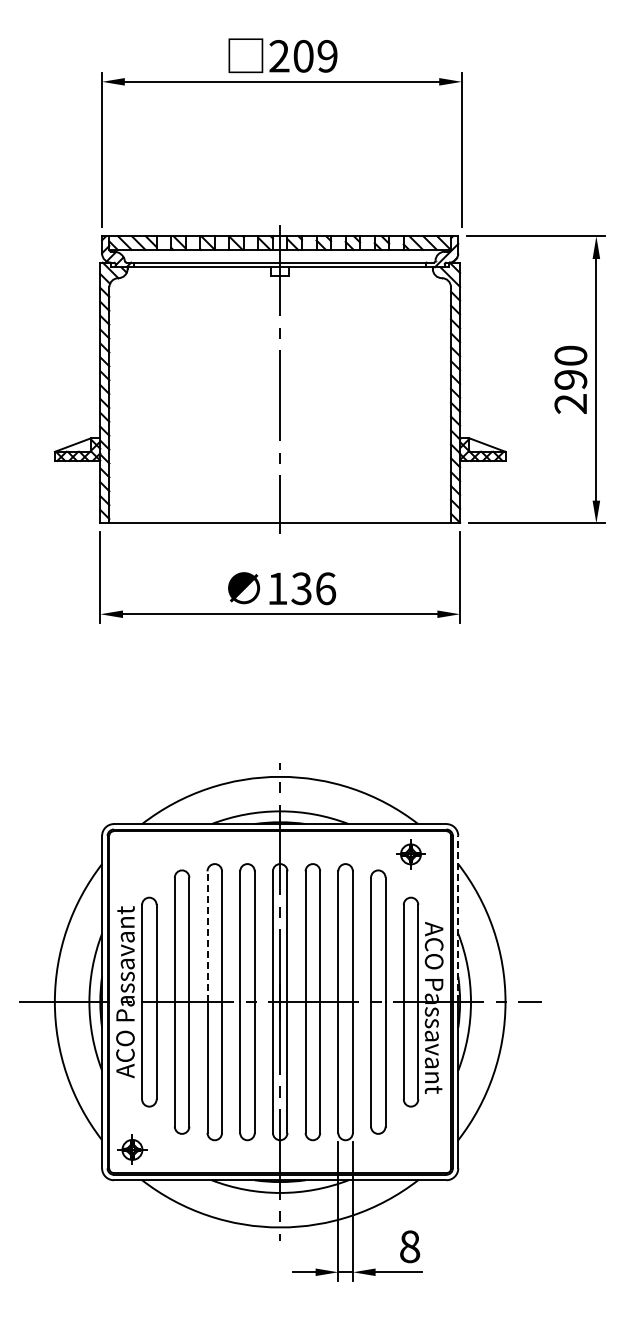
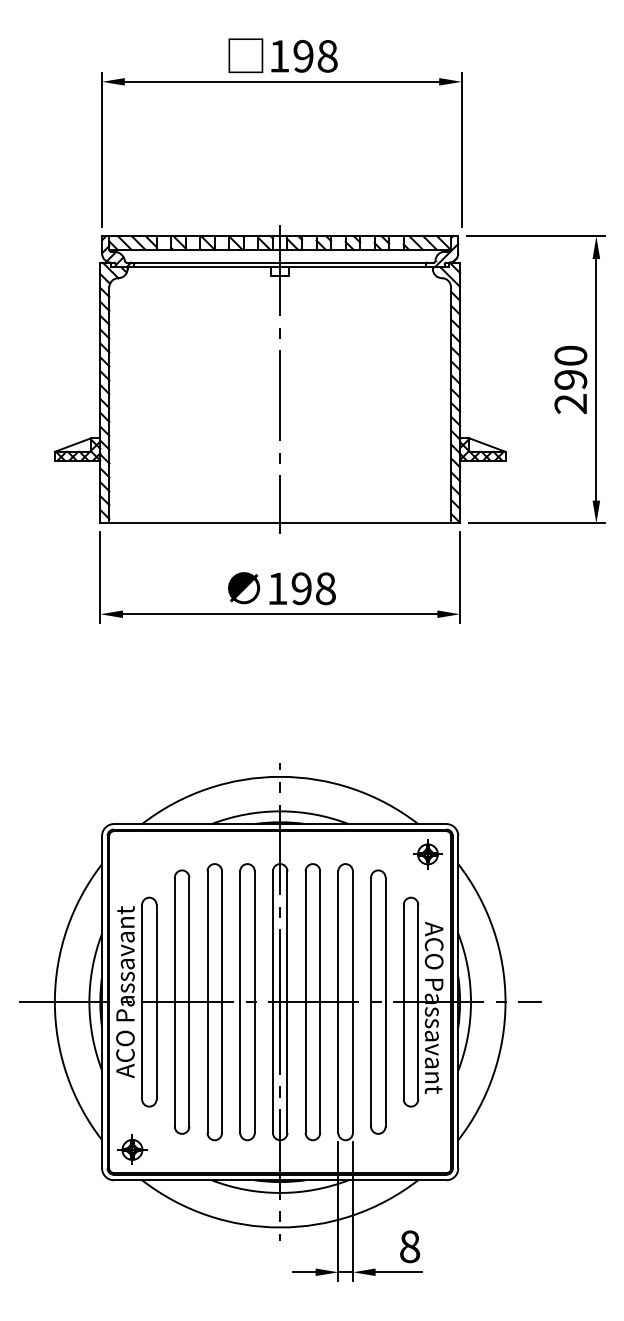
text at (303, 56): 209 -> 198
text at (313, 588): 136 -> 198
part at (410, 854) position: (410, 854) -> (427, 854)
line at (458, 918): dashed -> solid
line at (207, 936): dashed -> solid
